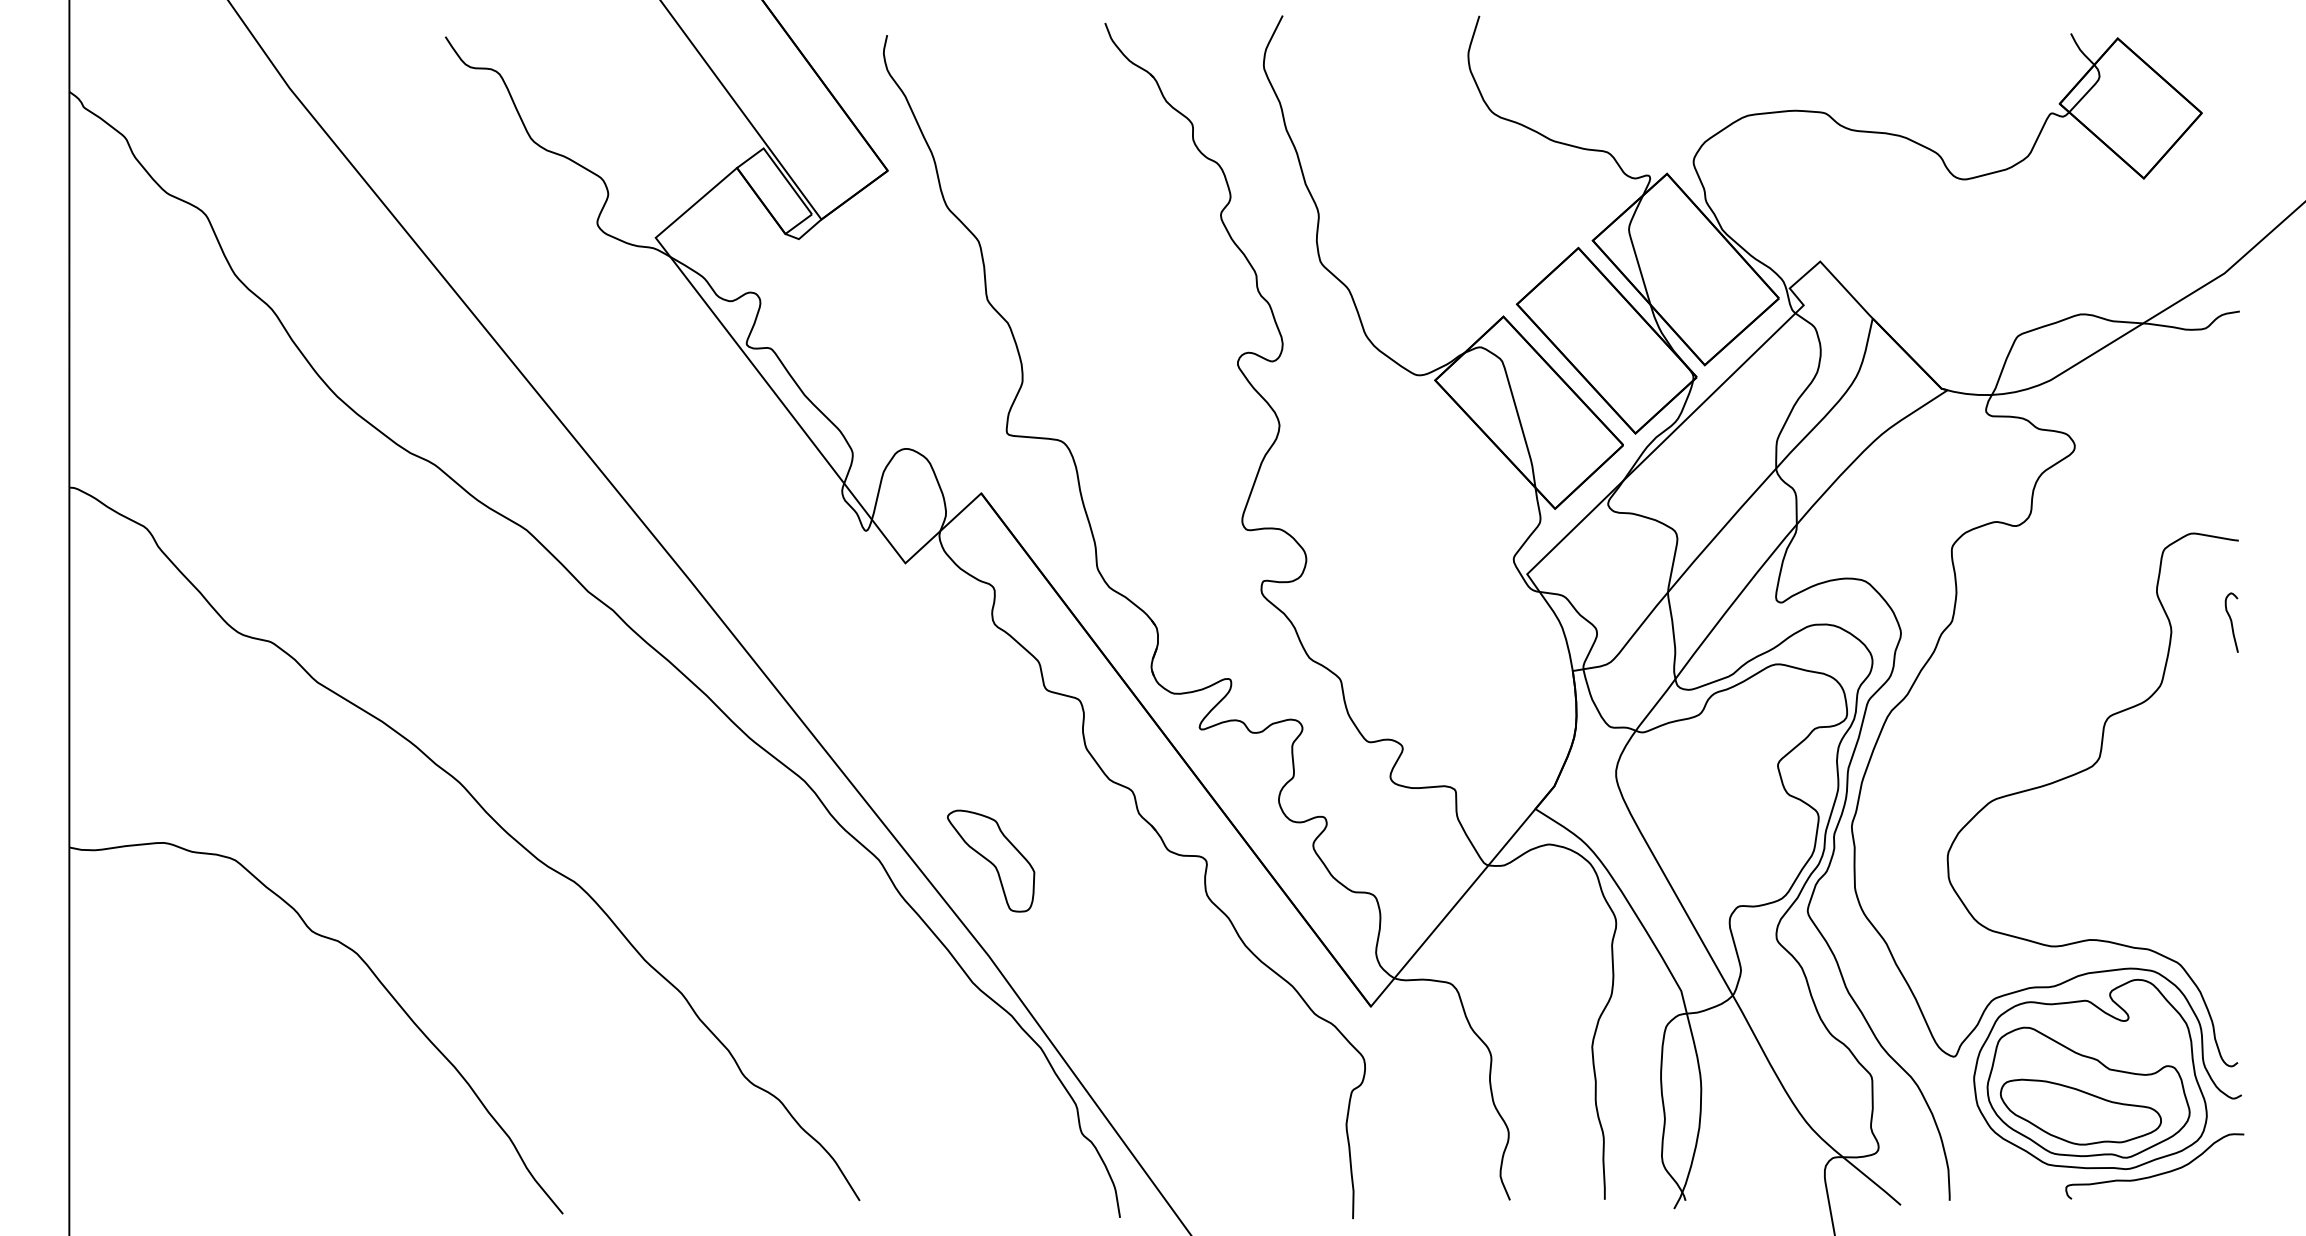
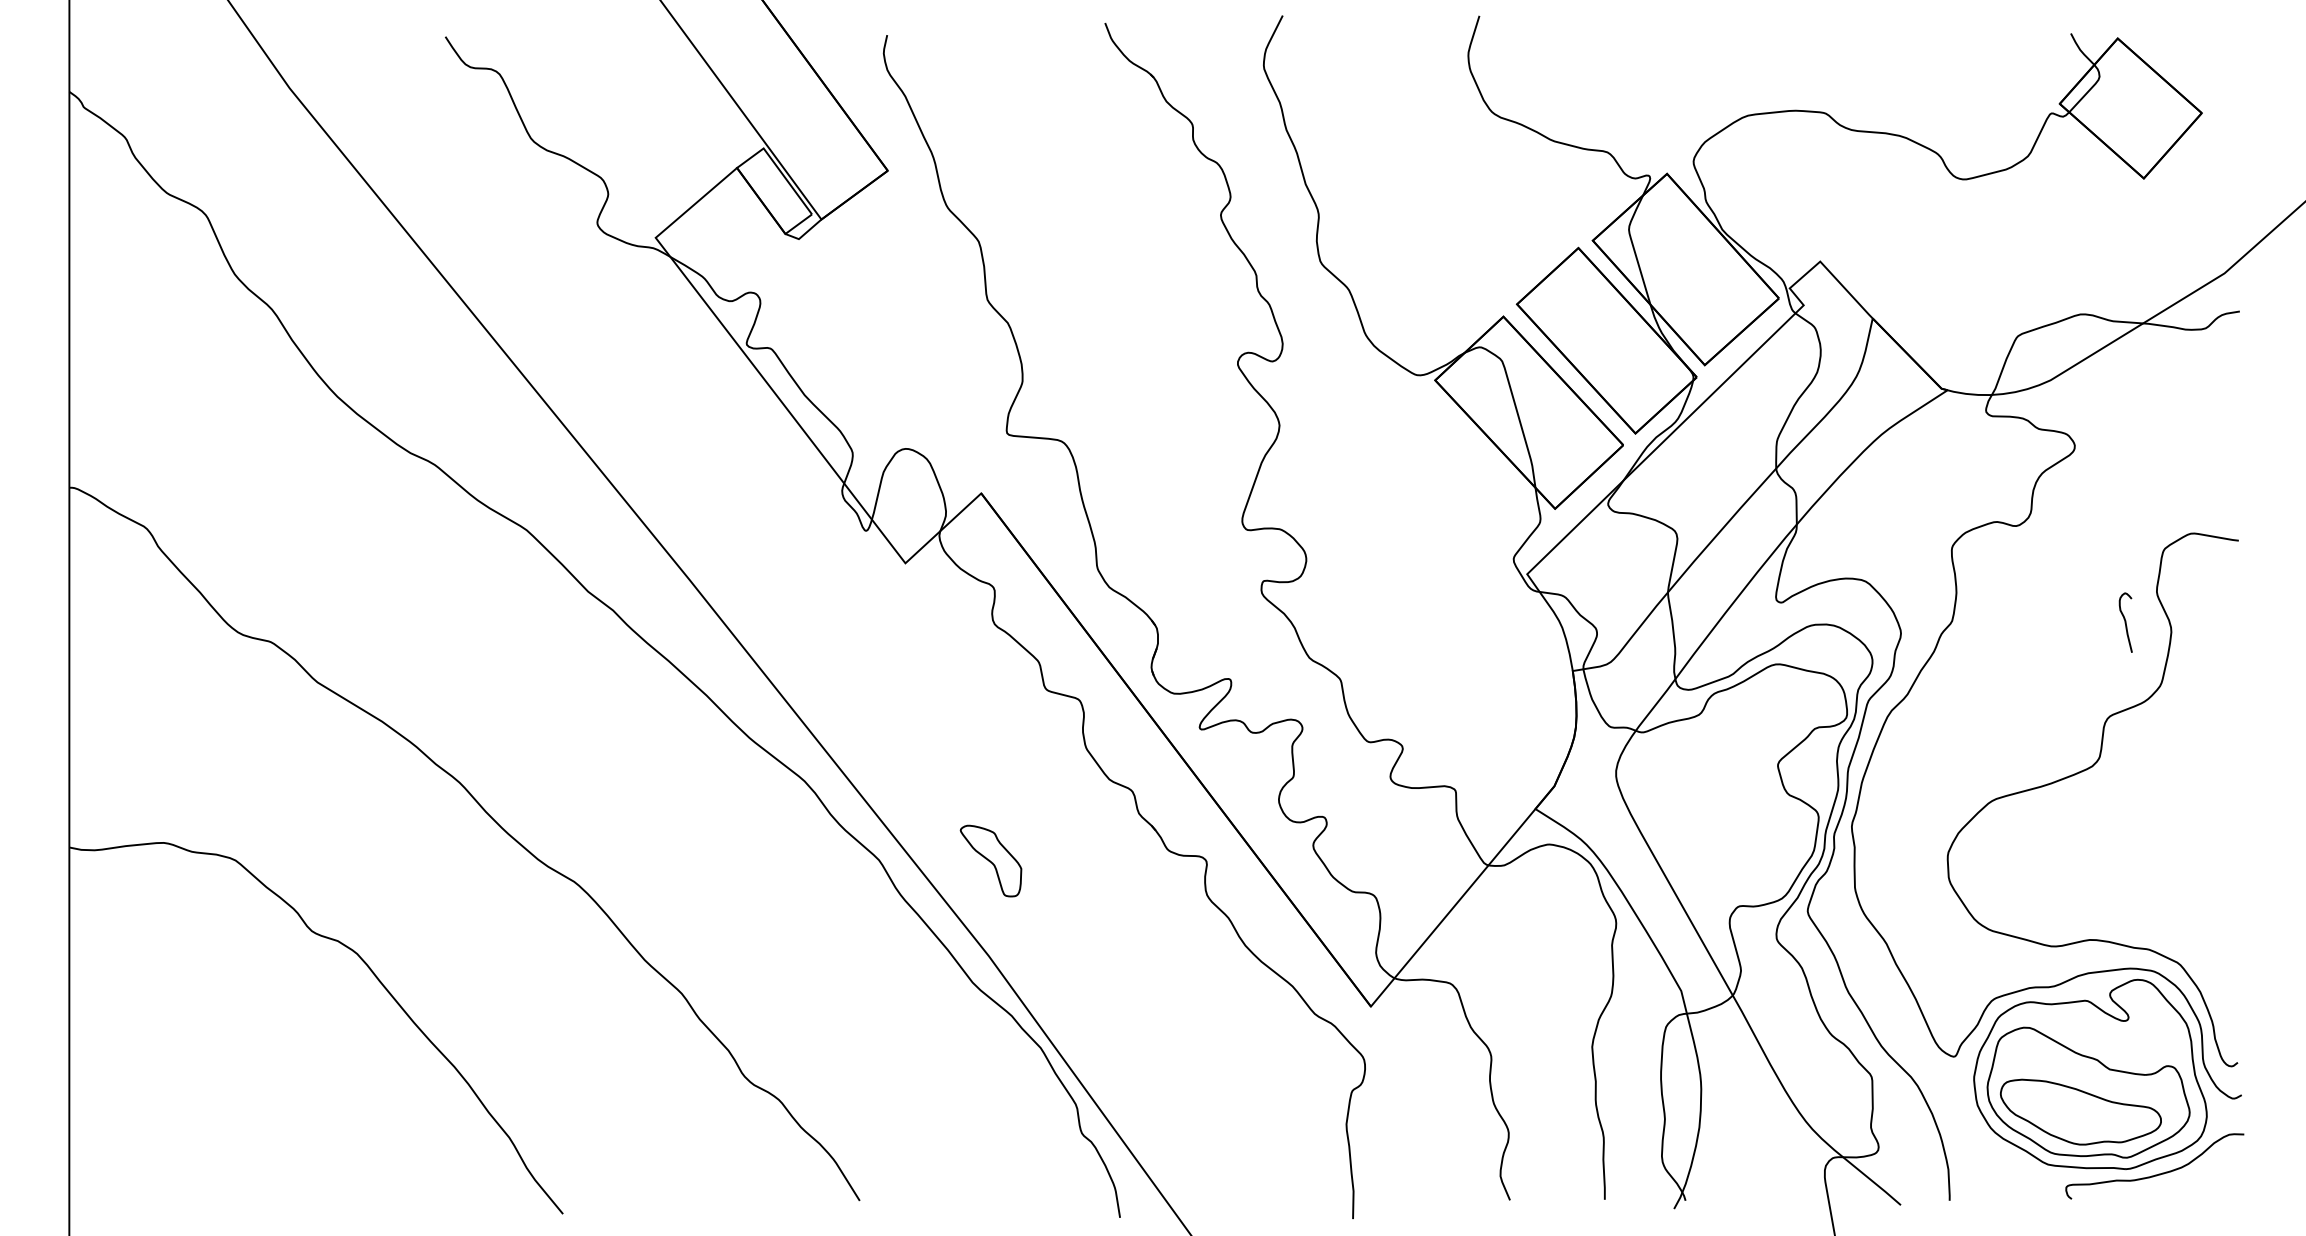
curve at (2231, 622) position: (2231, 622) -> (2125, 622)
part at (990, 860) size: 90x104 px -> 64x74 px
